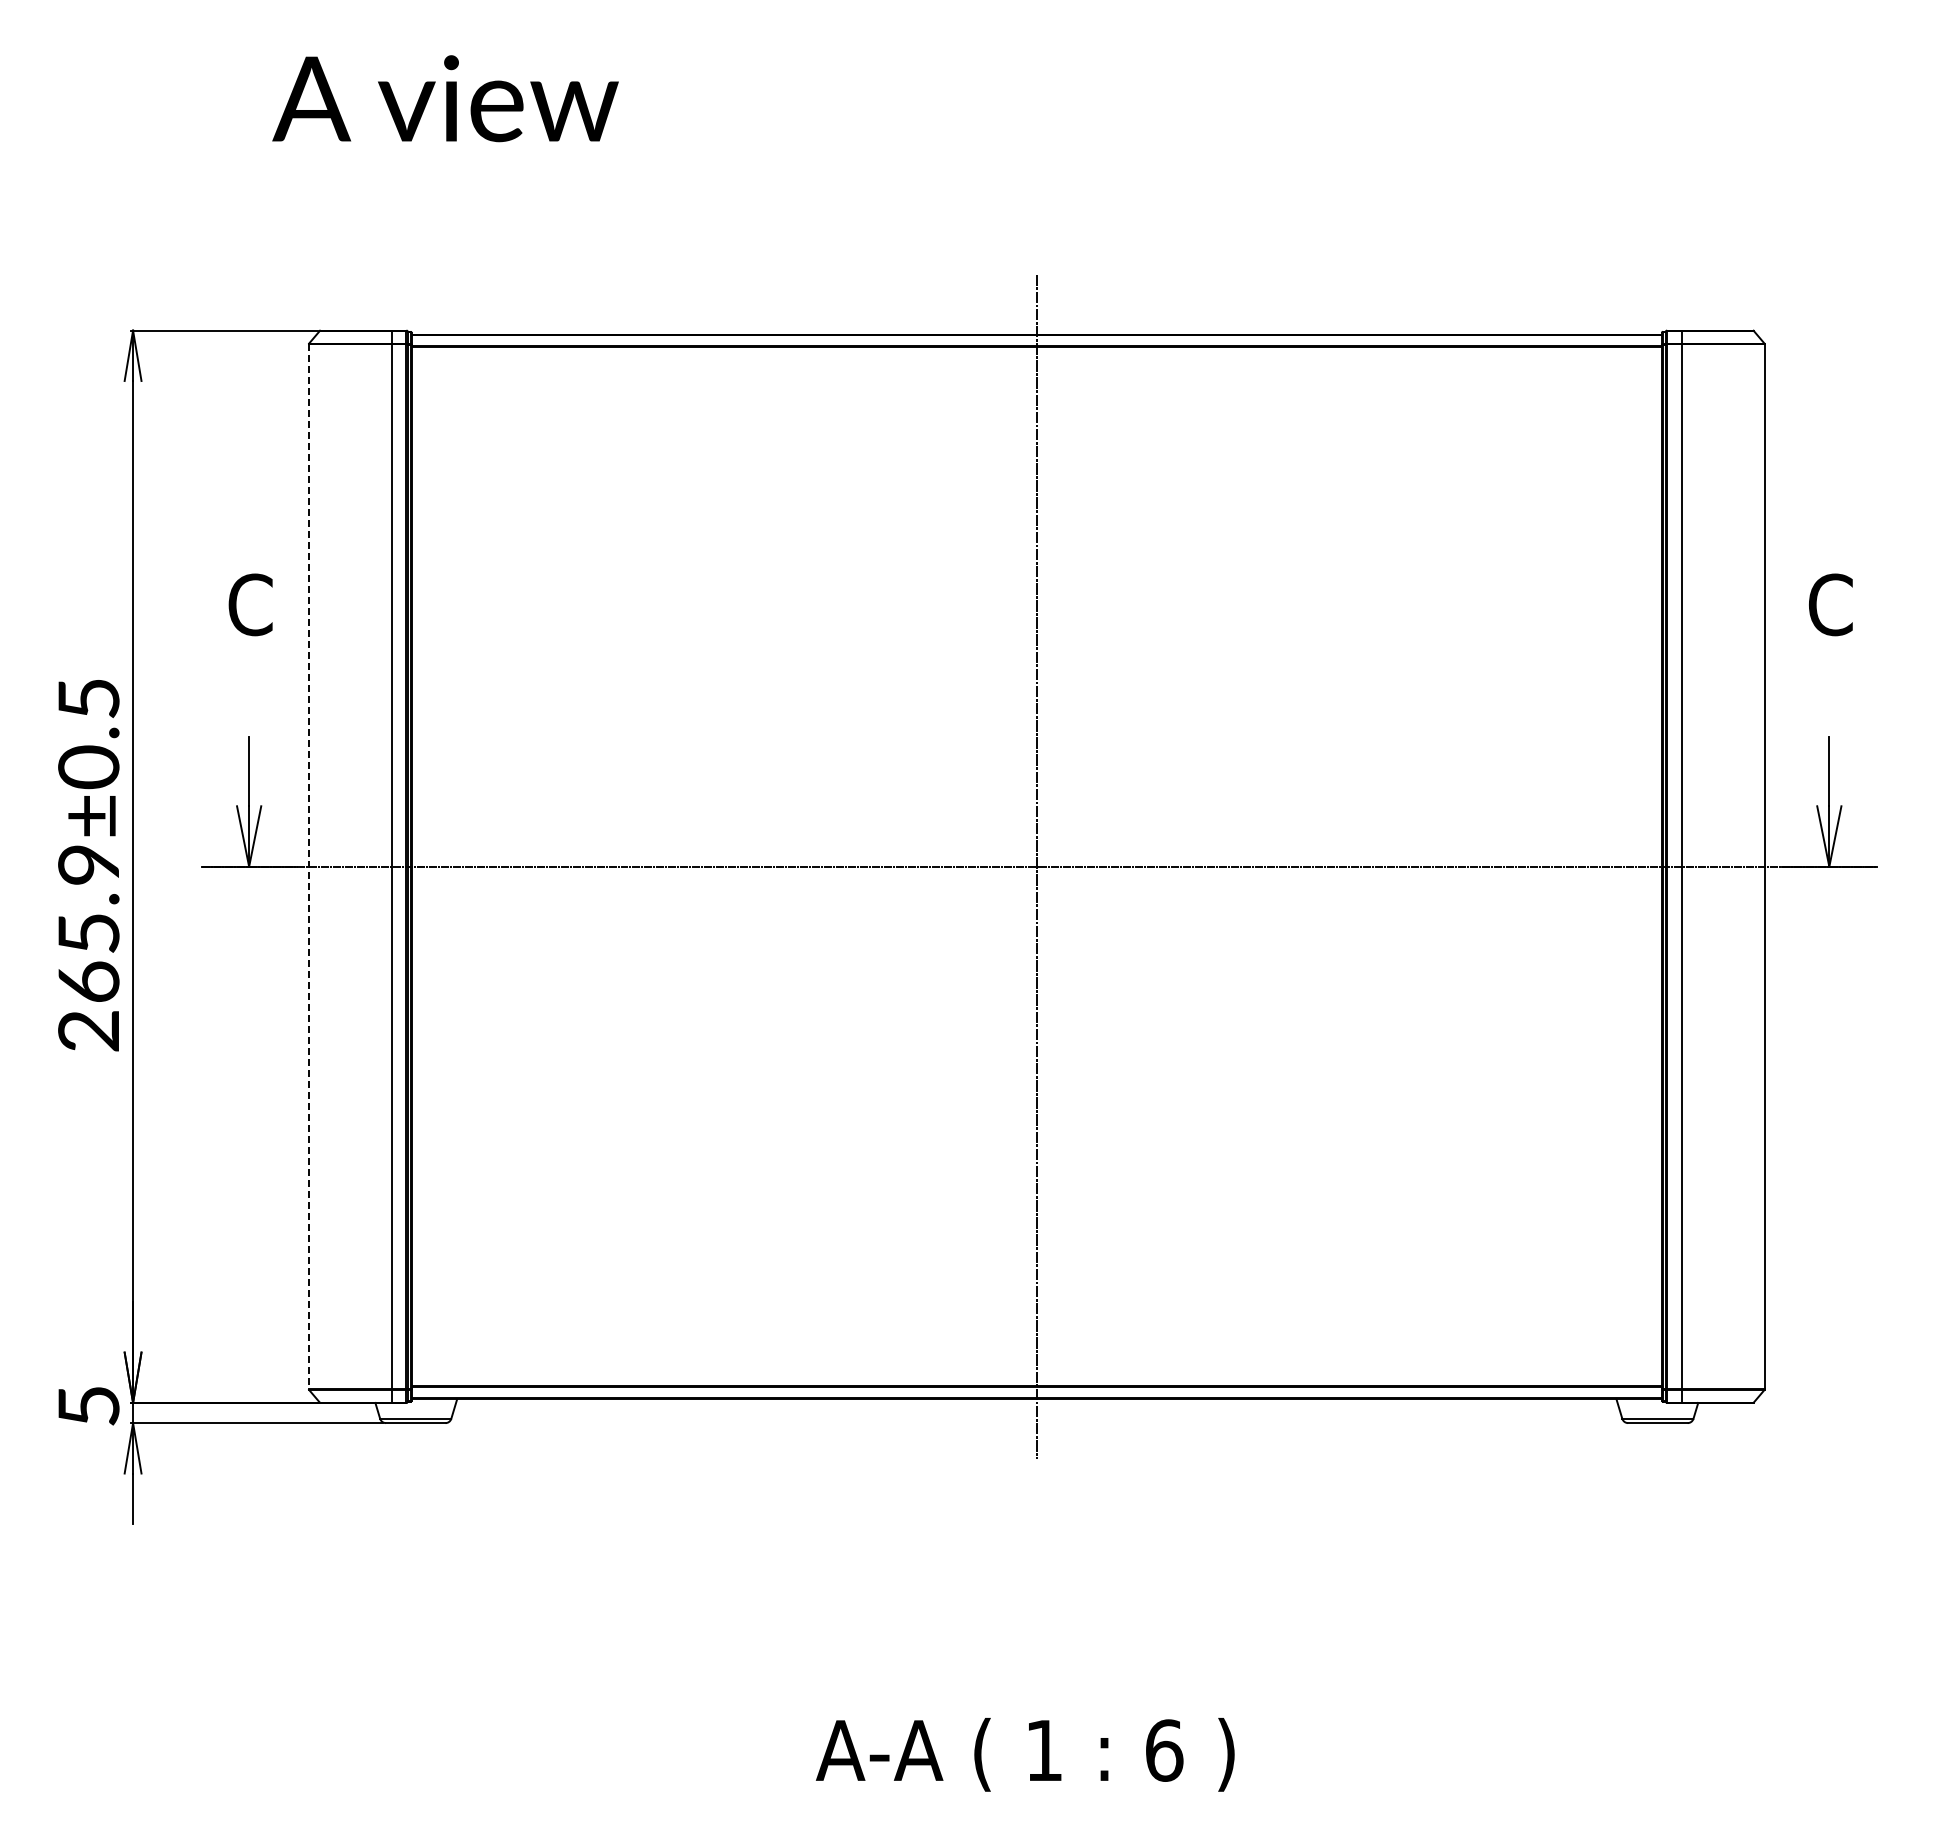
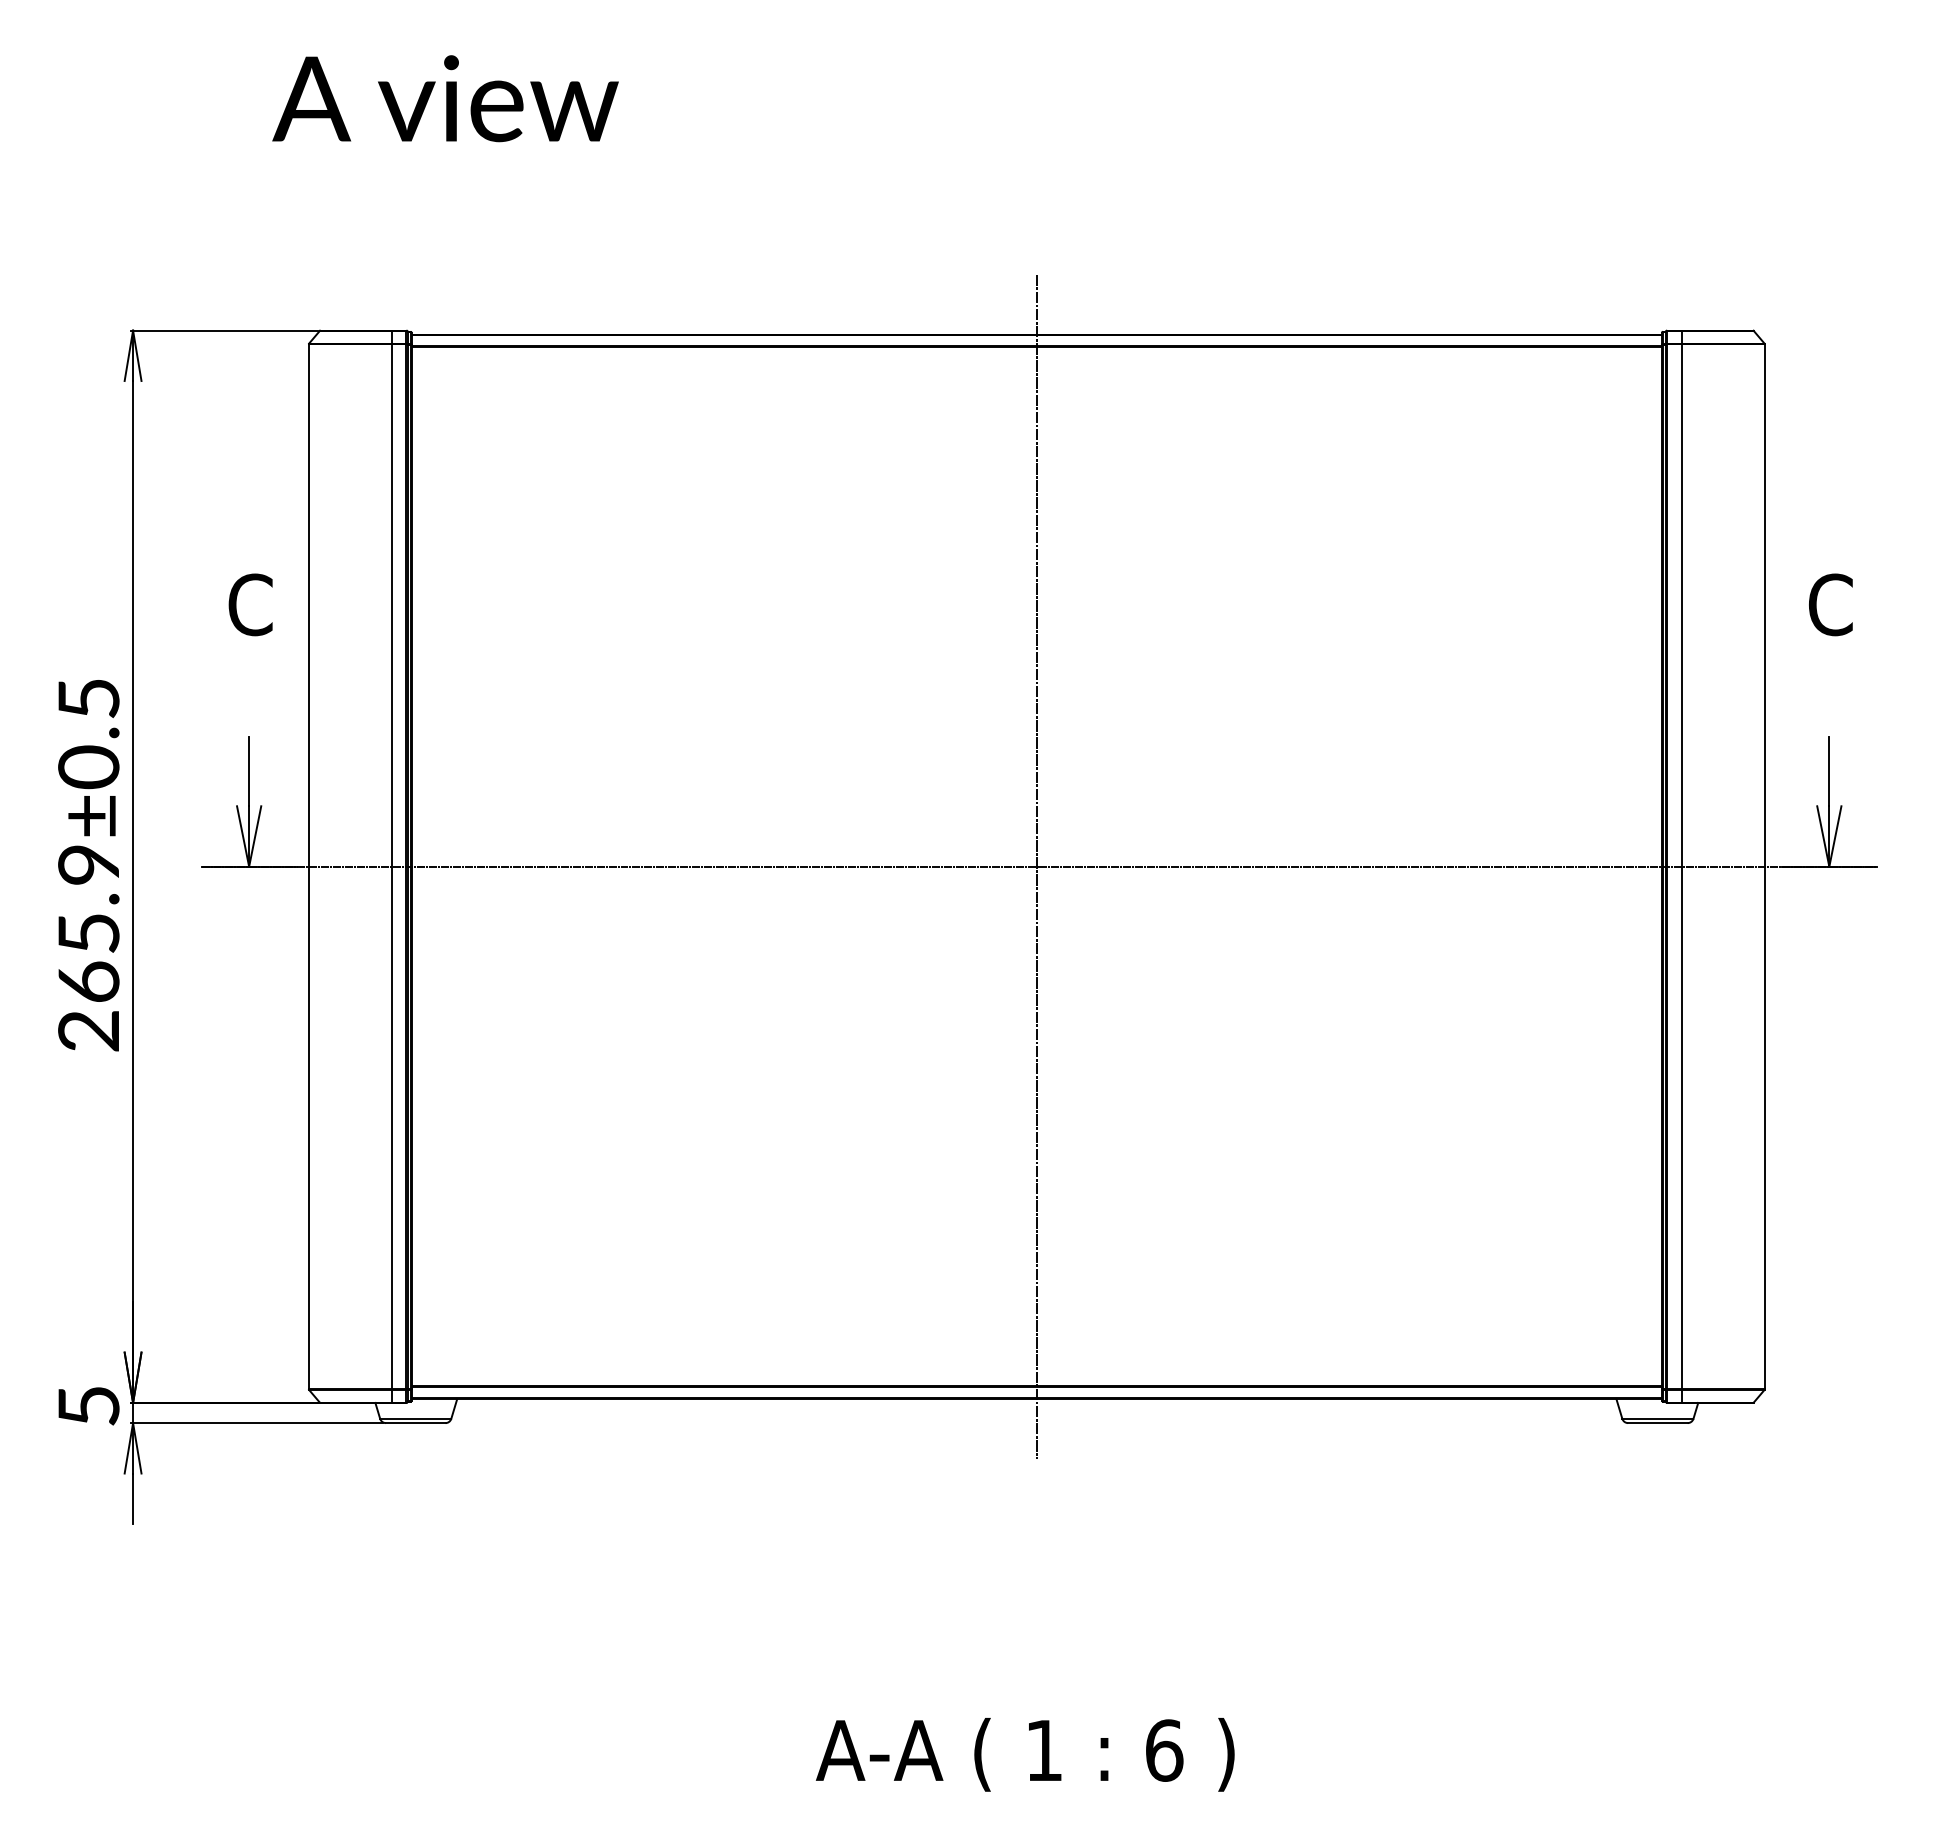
line at (308, 867): dashed -> solid
